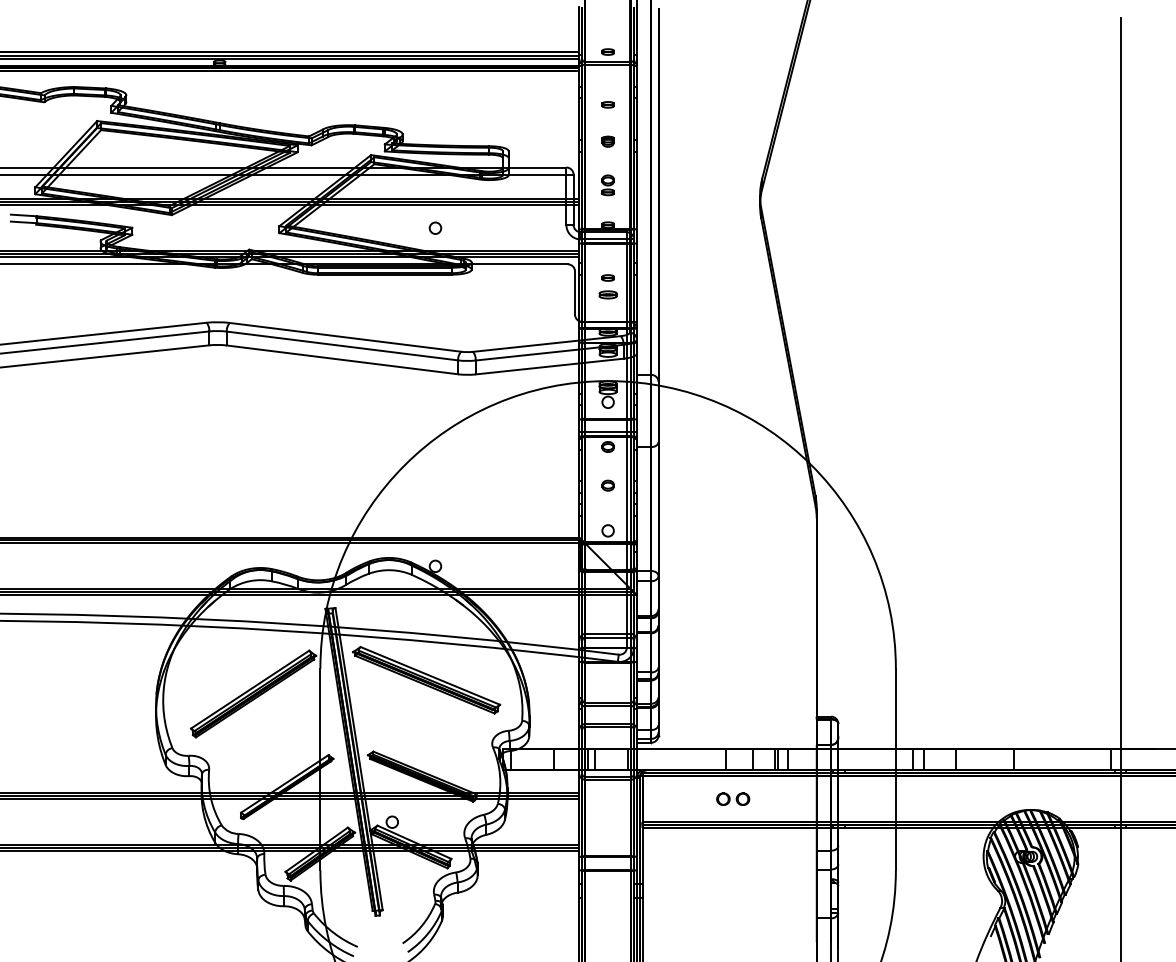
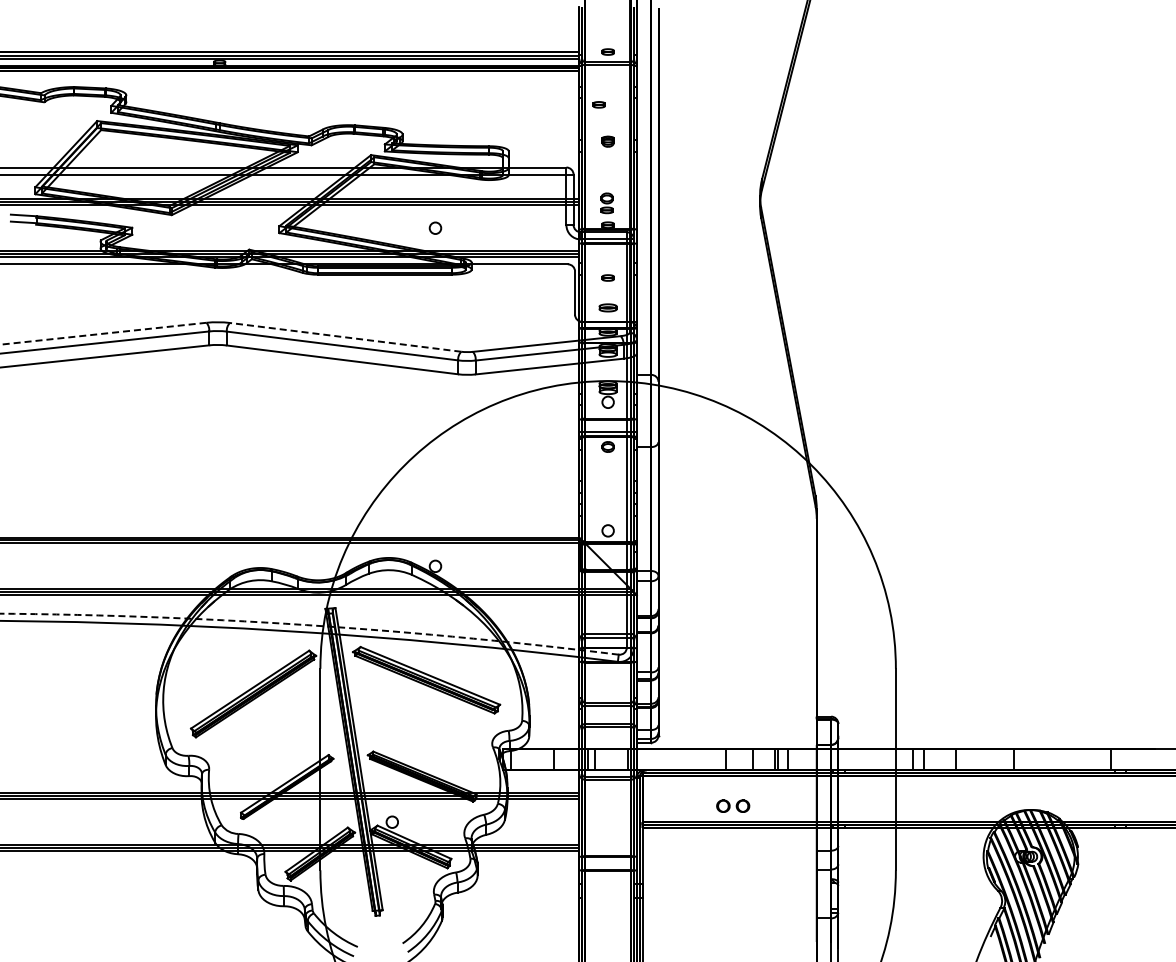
part at (607, 104) position: (607, 104) -> (598, 104)
part at (607, 185) position: (607, 185) -> (606, 203)
part at (607, 294) position: (607, 294) -> (607, 307)
line at (103, 333): solid -> dashed
line at (345, 337): solid -> dashed
part at (607, 485): present -> none
line at (1121, 487): present -> none
arc at (309, 625): solid -> dashed
part at (733, 798) position: (733, 798) -> (733, 805)
